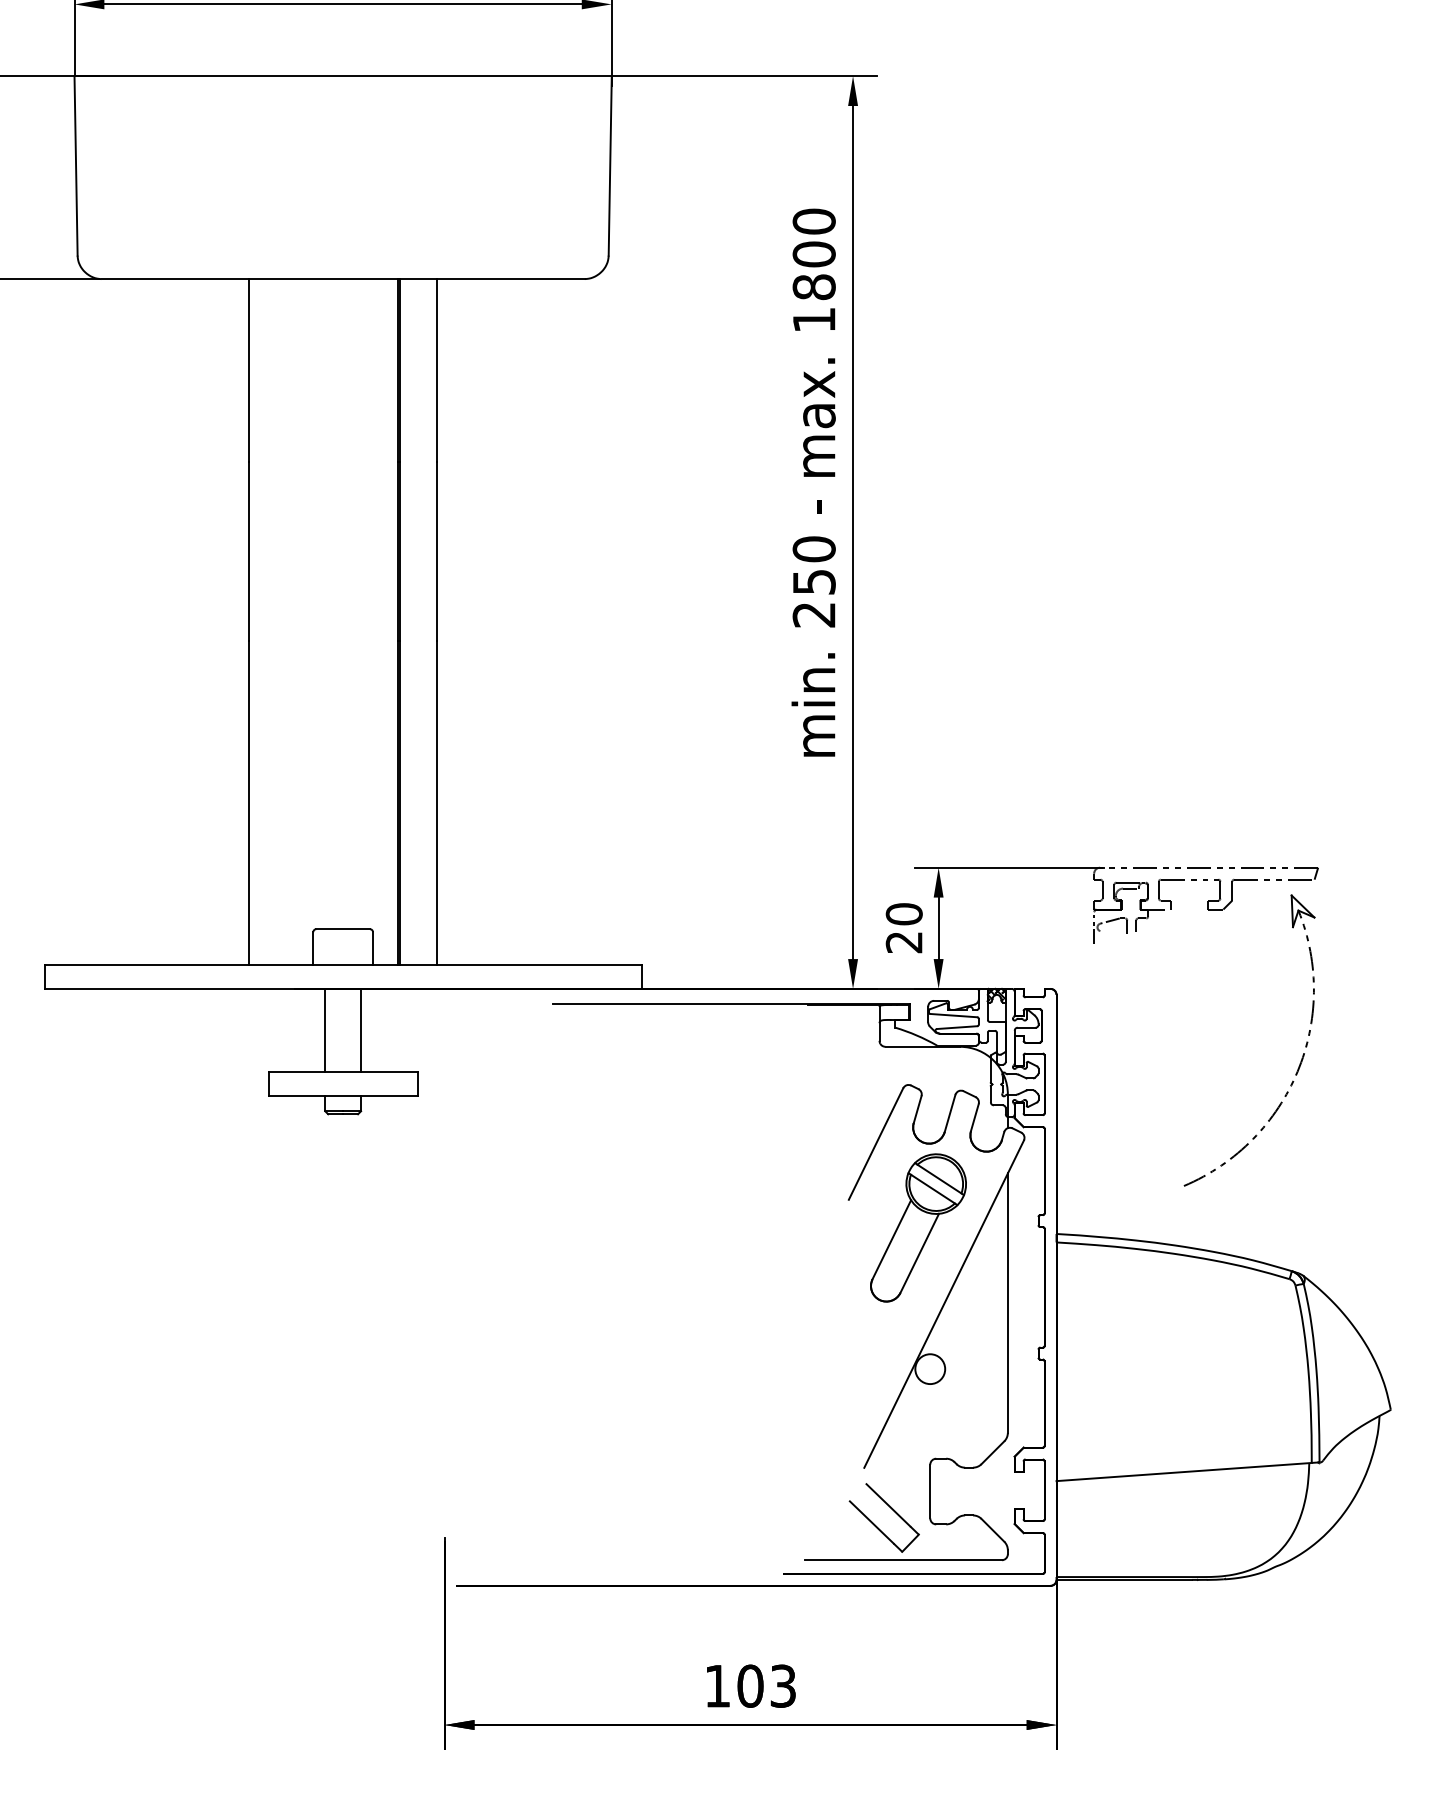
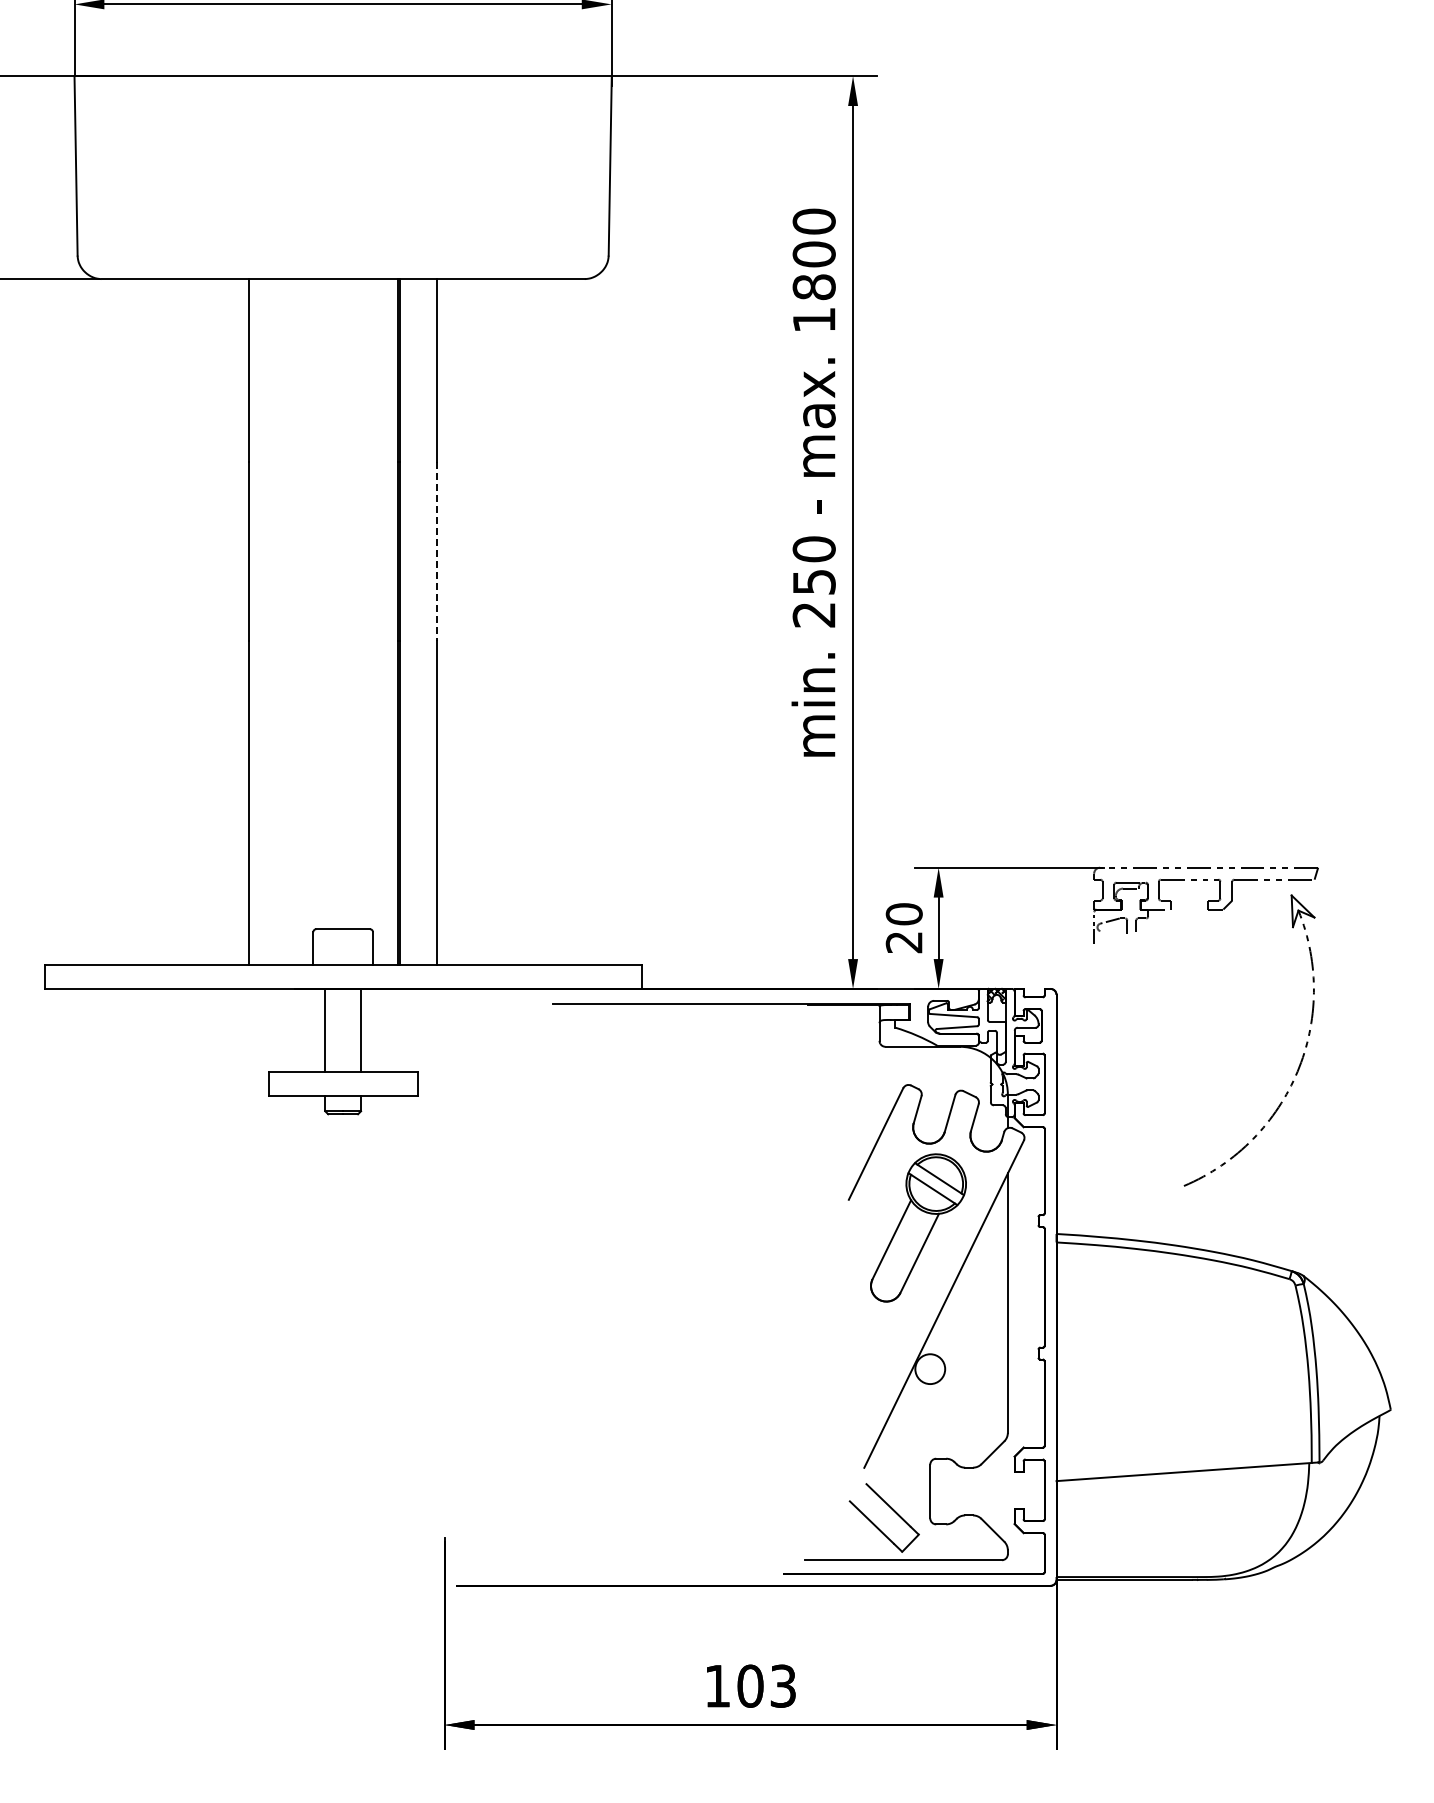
line at (437, 551): solid -> dashed
